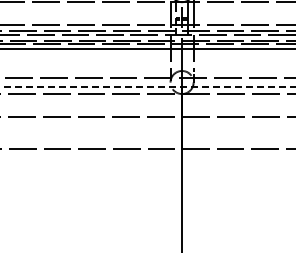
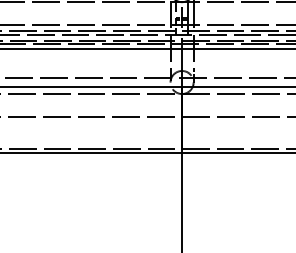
line at (147, 86): dashed -> solid
line at (147, 153): none -> present
